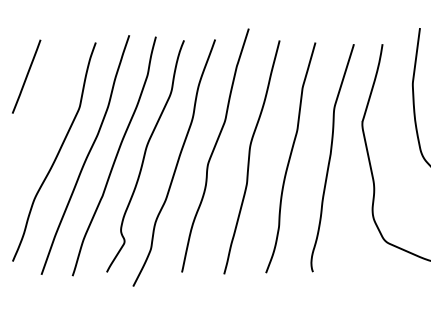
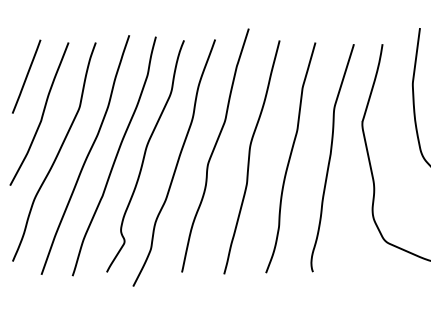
curve at (41, 115): none -> present
